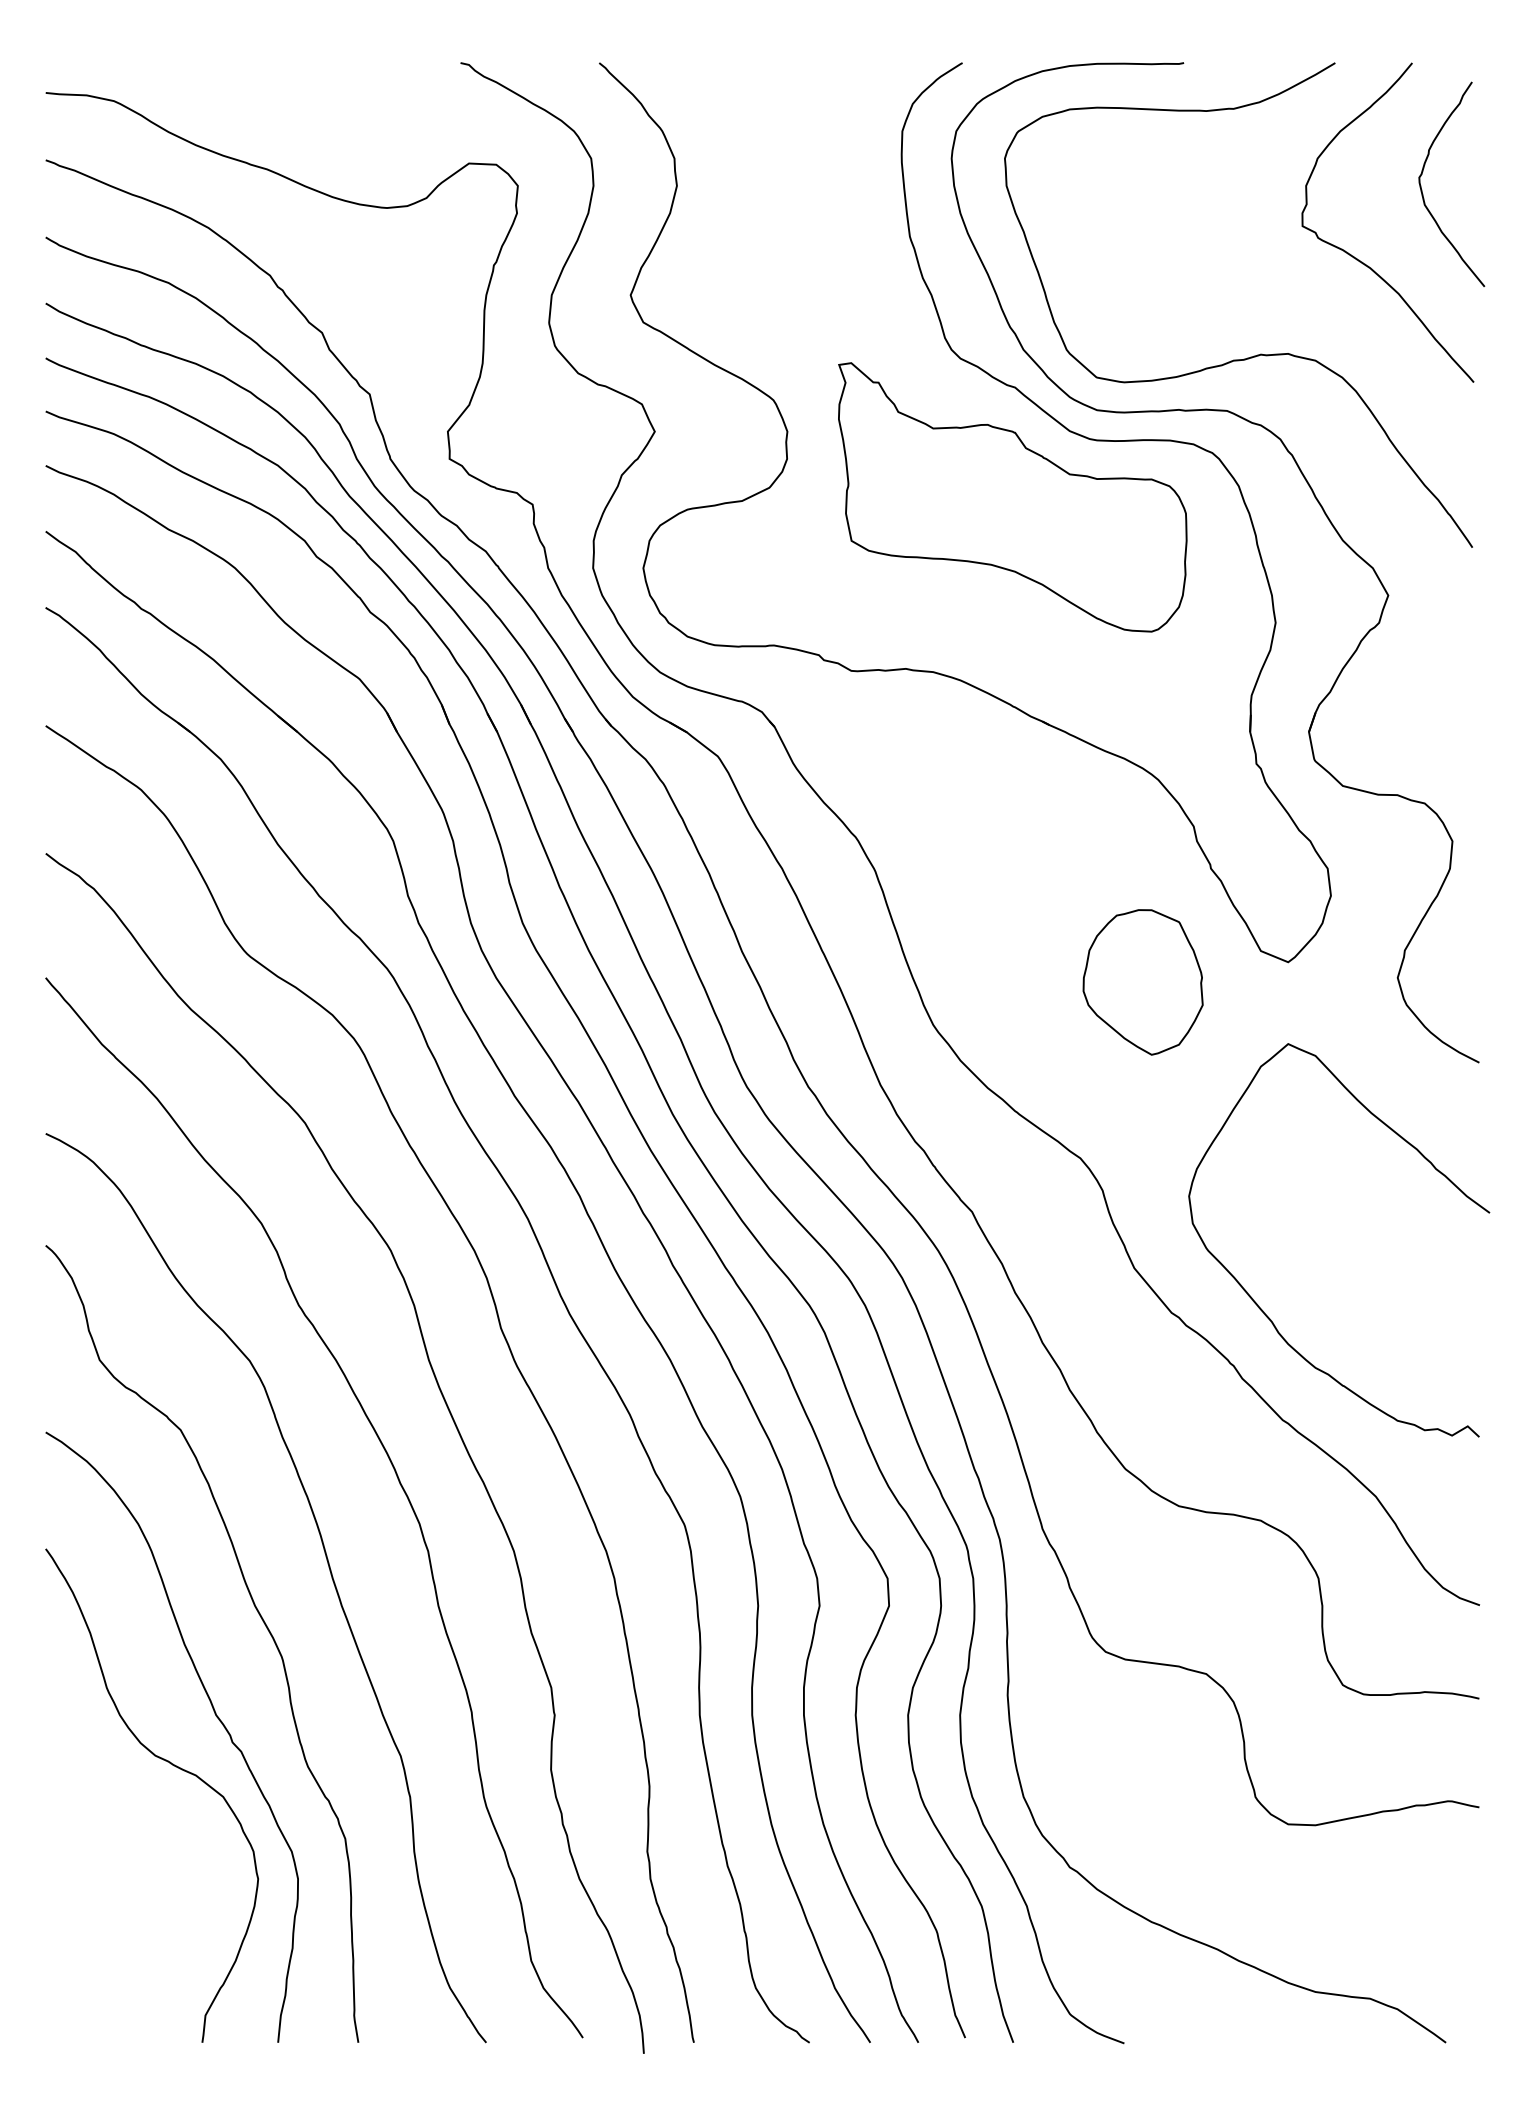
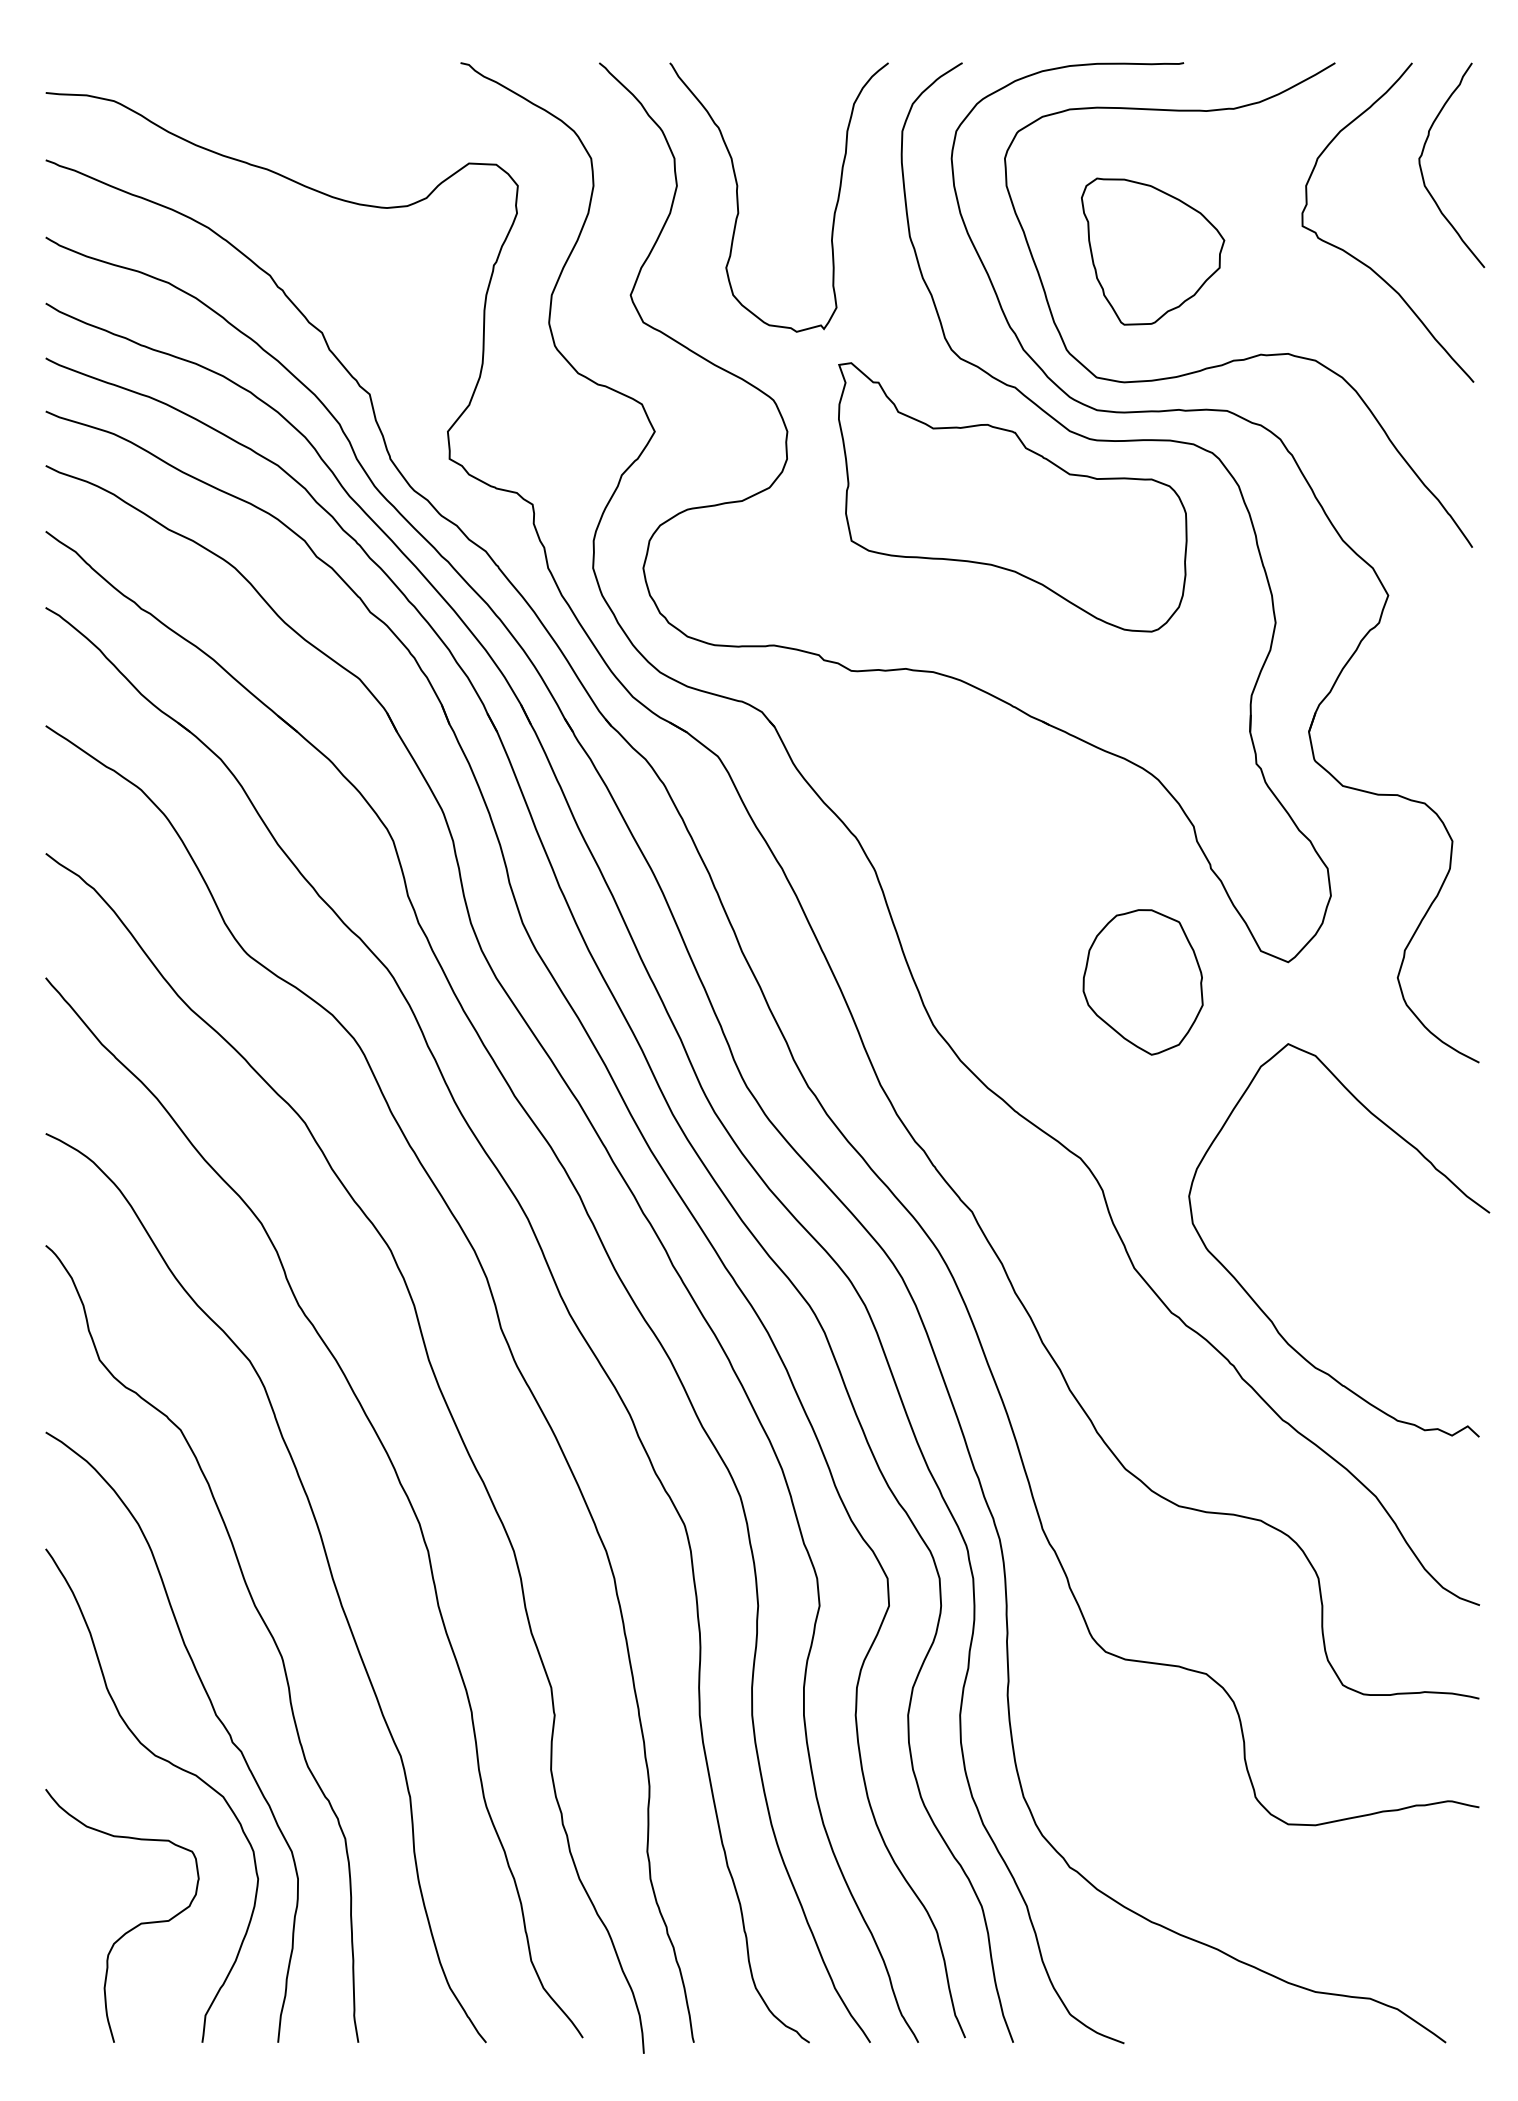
curve at (1422, 189) position: (1422, 189) -> (1422, 170)
curve at (738, 197): none -> present
part at (1153, 251): none -> present
curve at (131, 1928): none -> present
